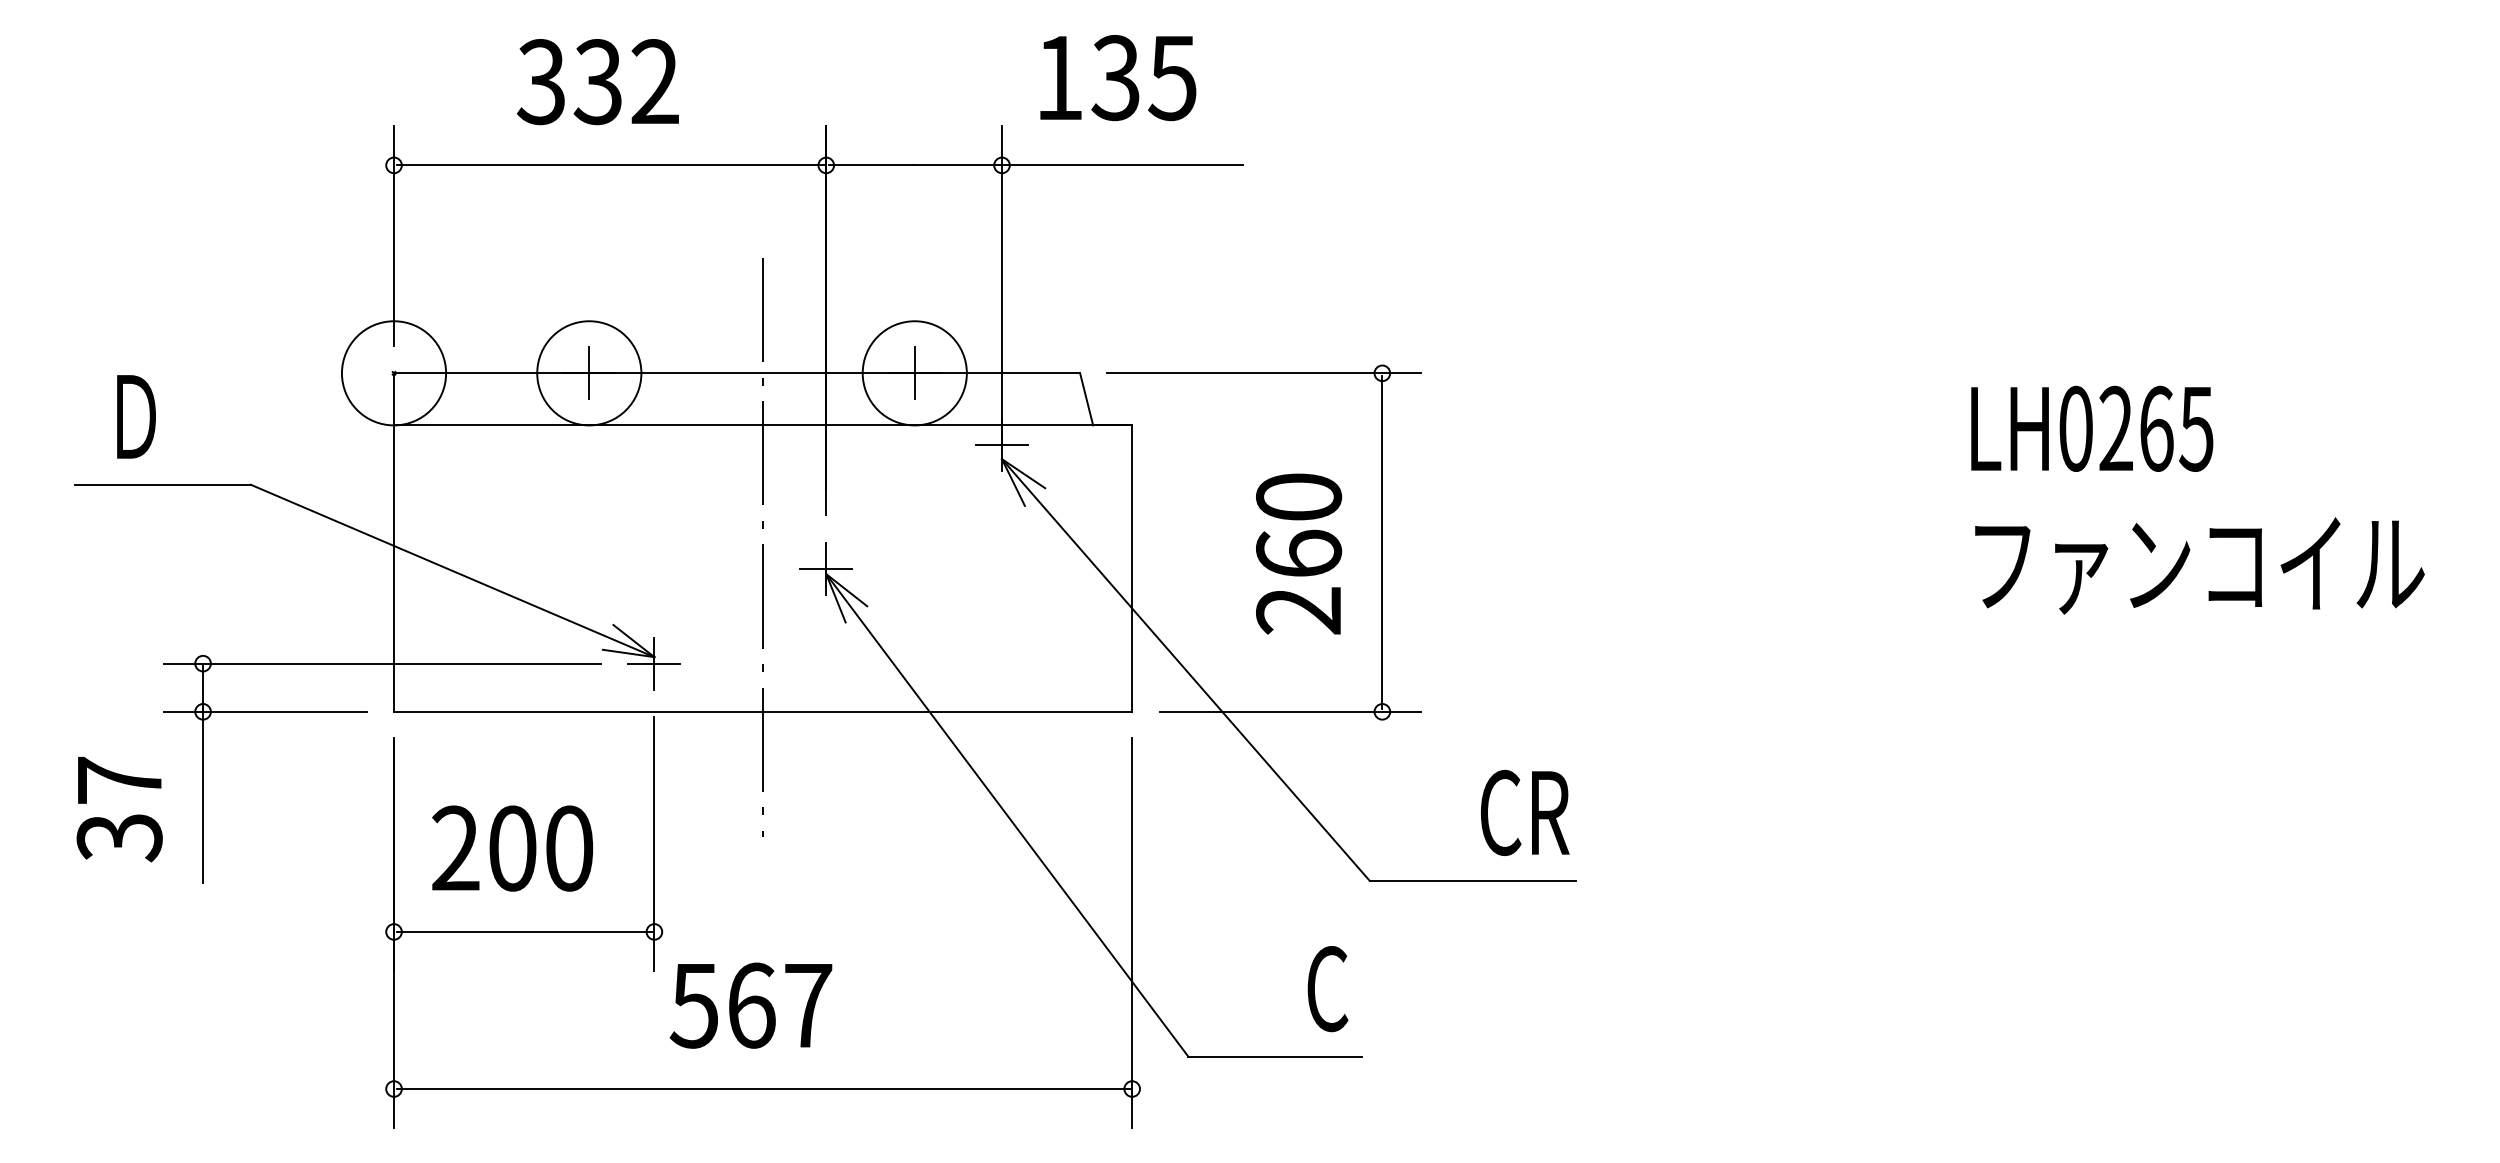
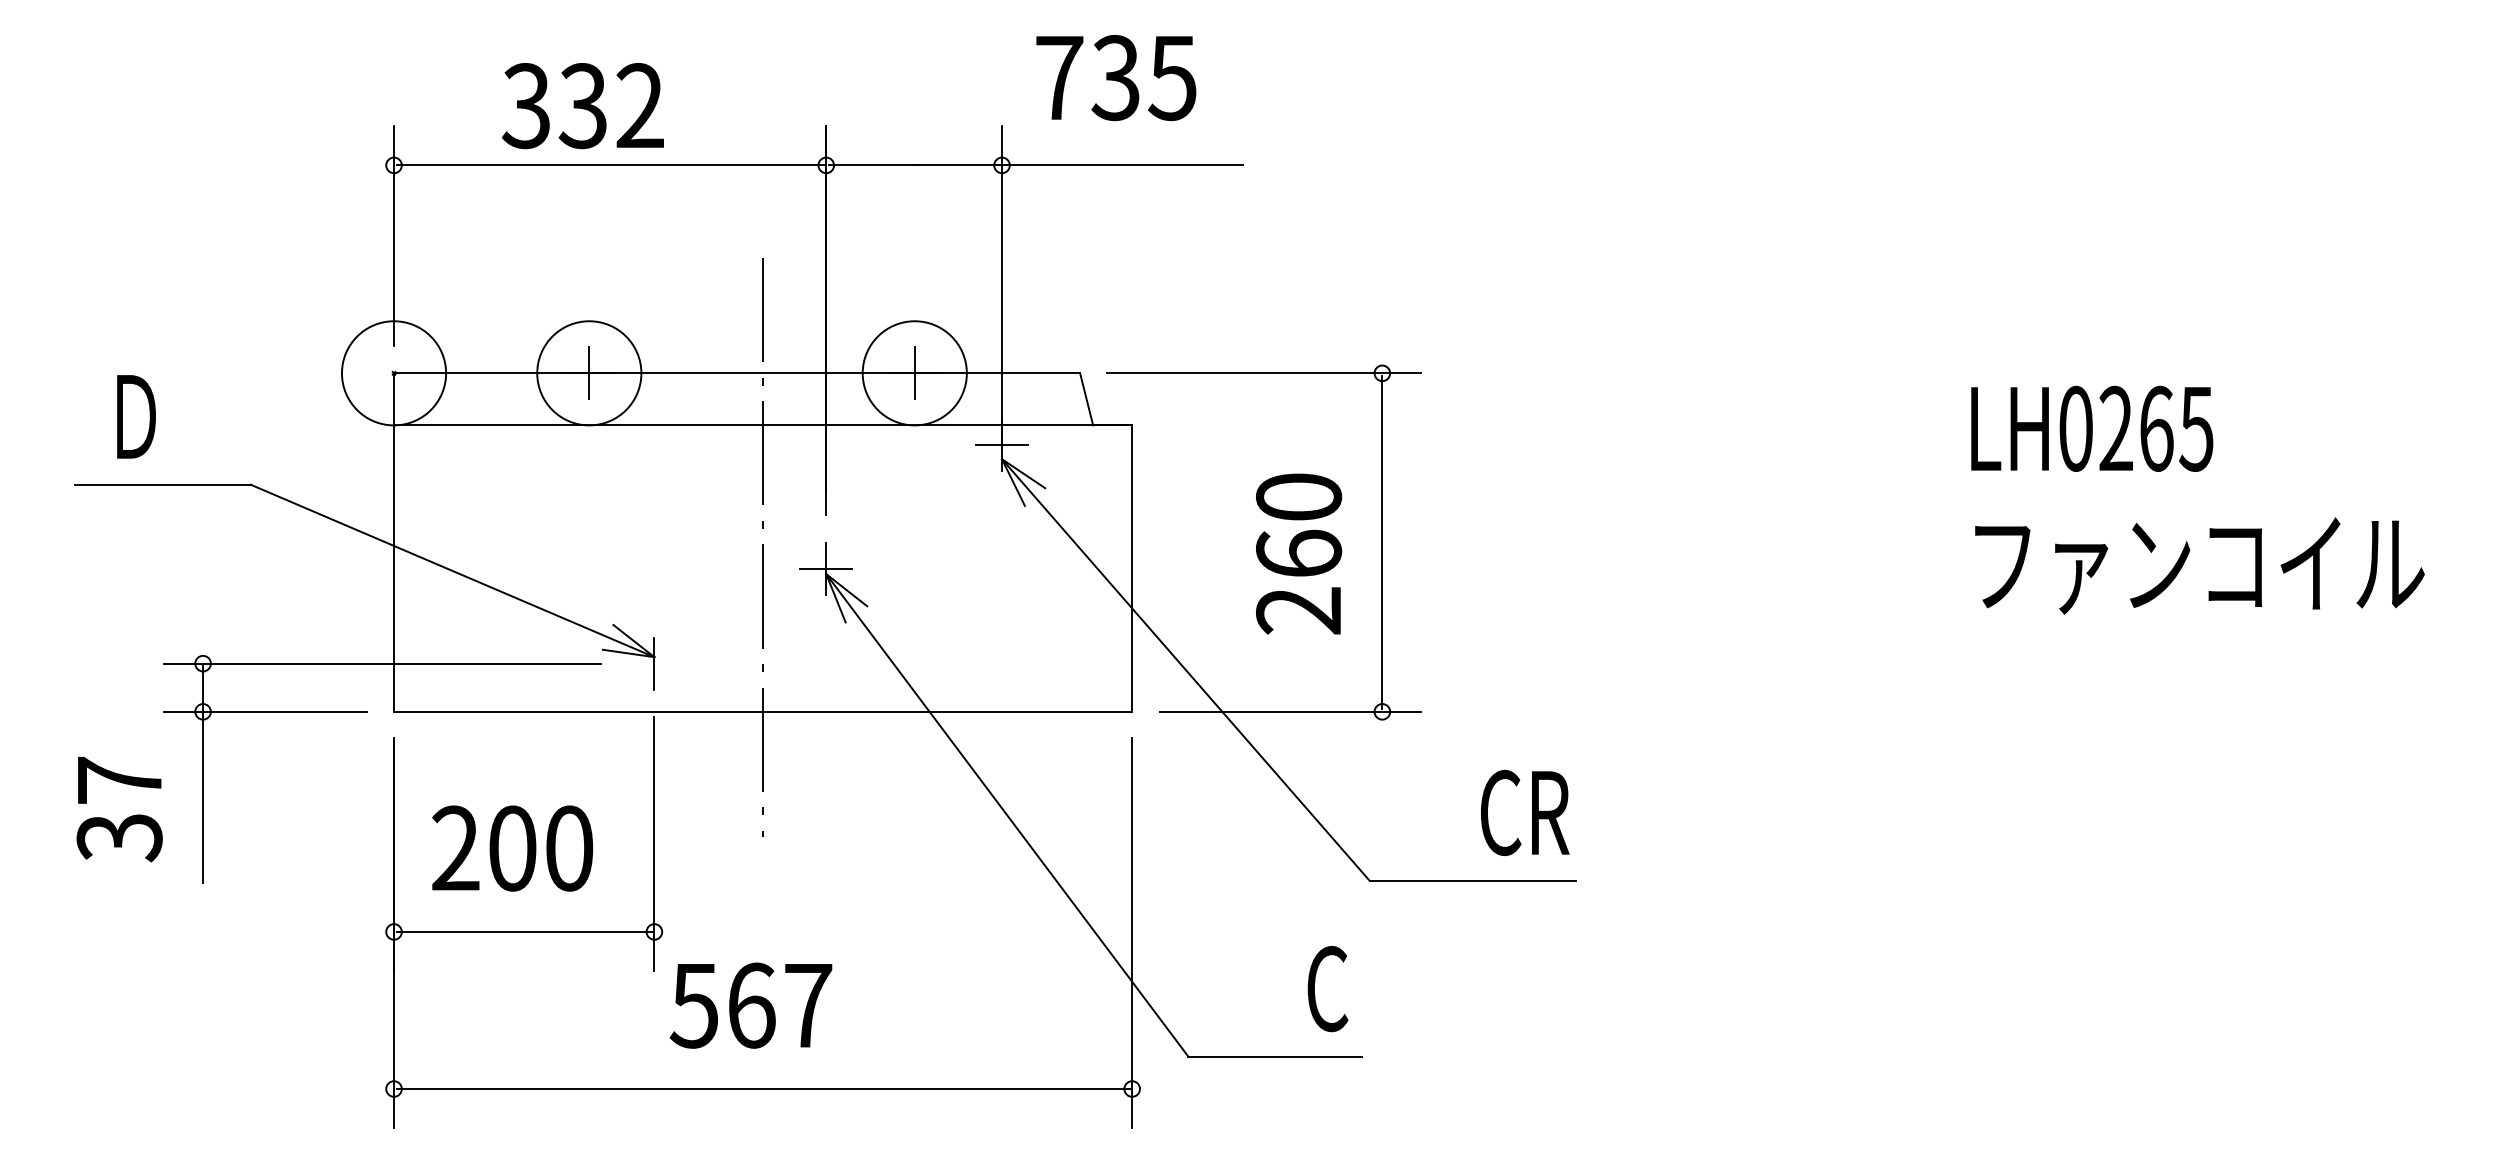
text at (1059, 77): 135 -> 735
text at (597, 82) position: (597, 82) -> (582, 106)
line at (654, 663): present -> none
